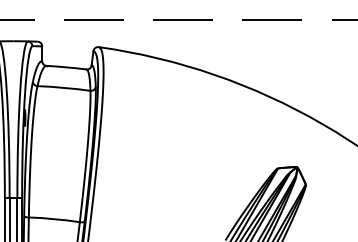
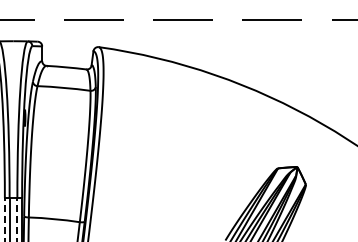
line at (4, 219): solid -> dashed
line at (17, 219): solid -> dashed
